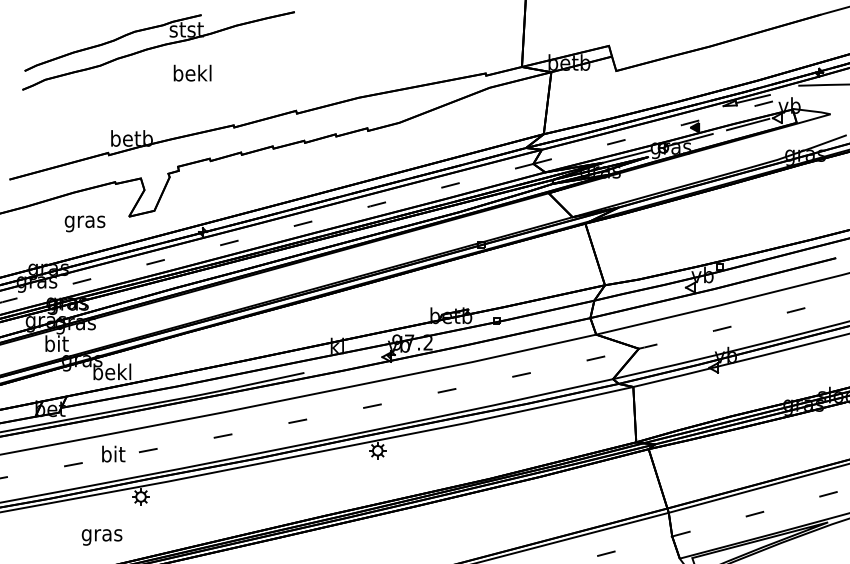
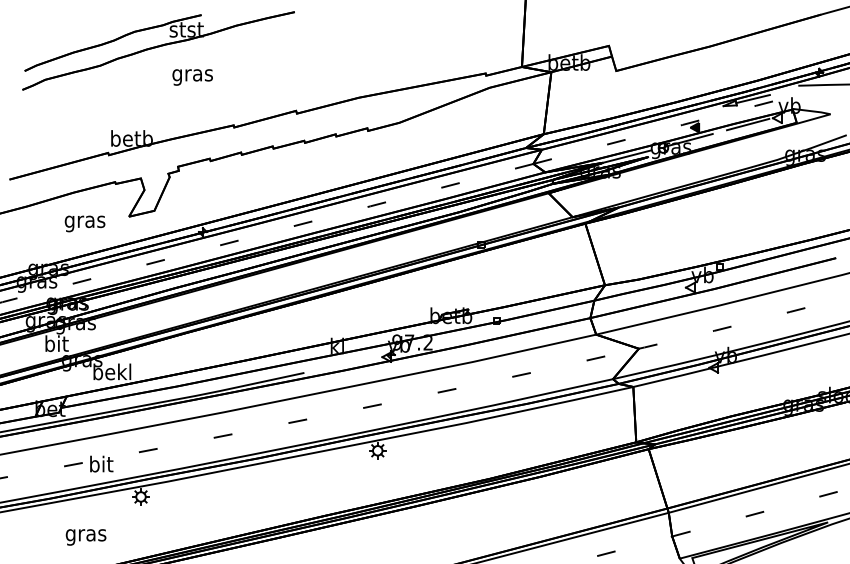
text at (192, 74): bekl -> gras
text at (113, 453) position: (113, 453) -> (101, 463)
text at (101, 537) position: (101, 537) -> (85, 537)
